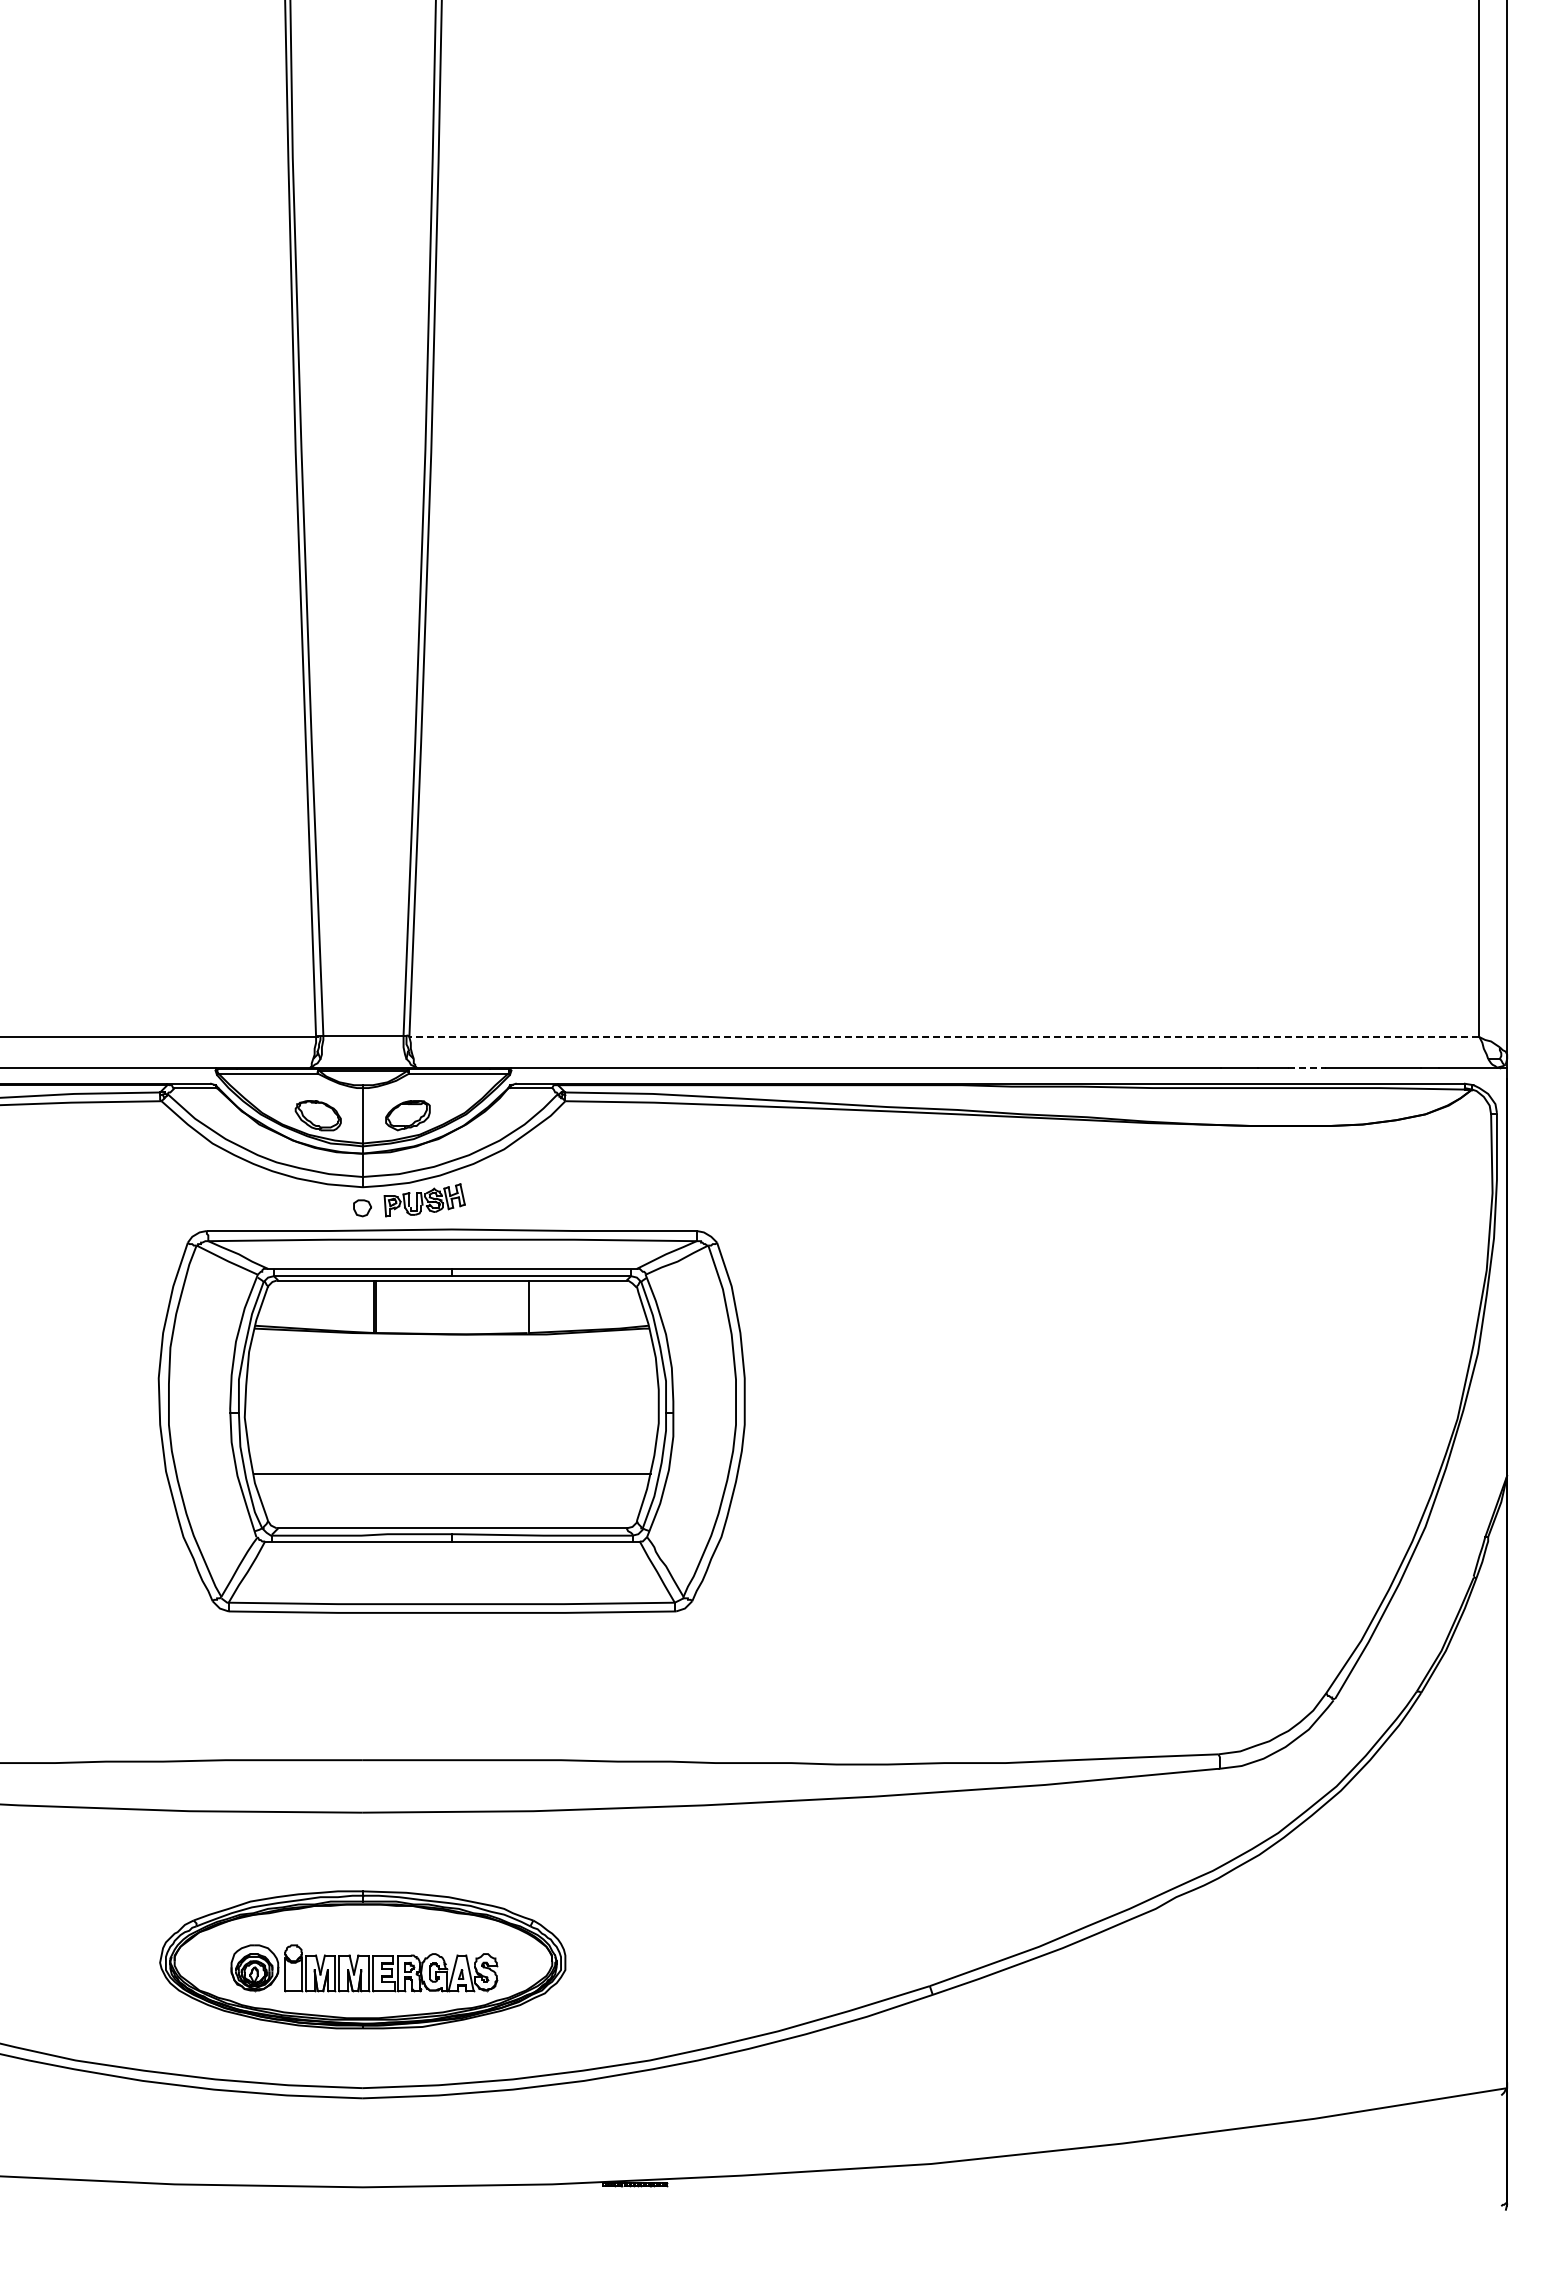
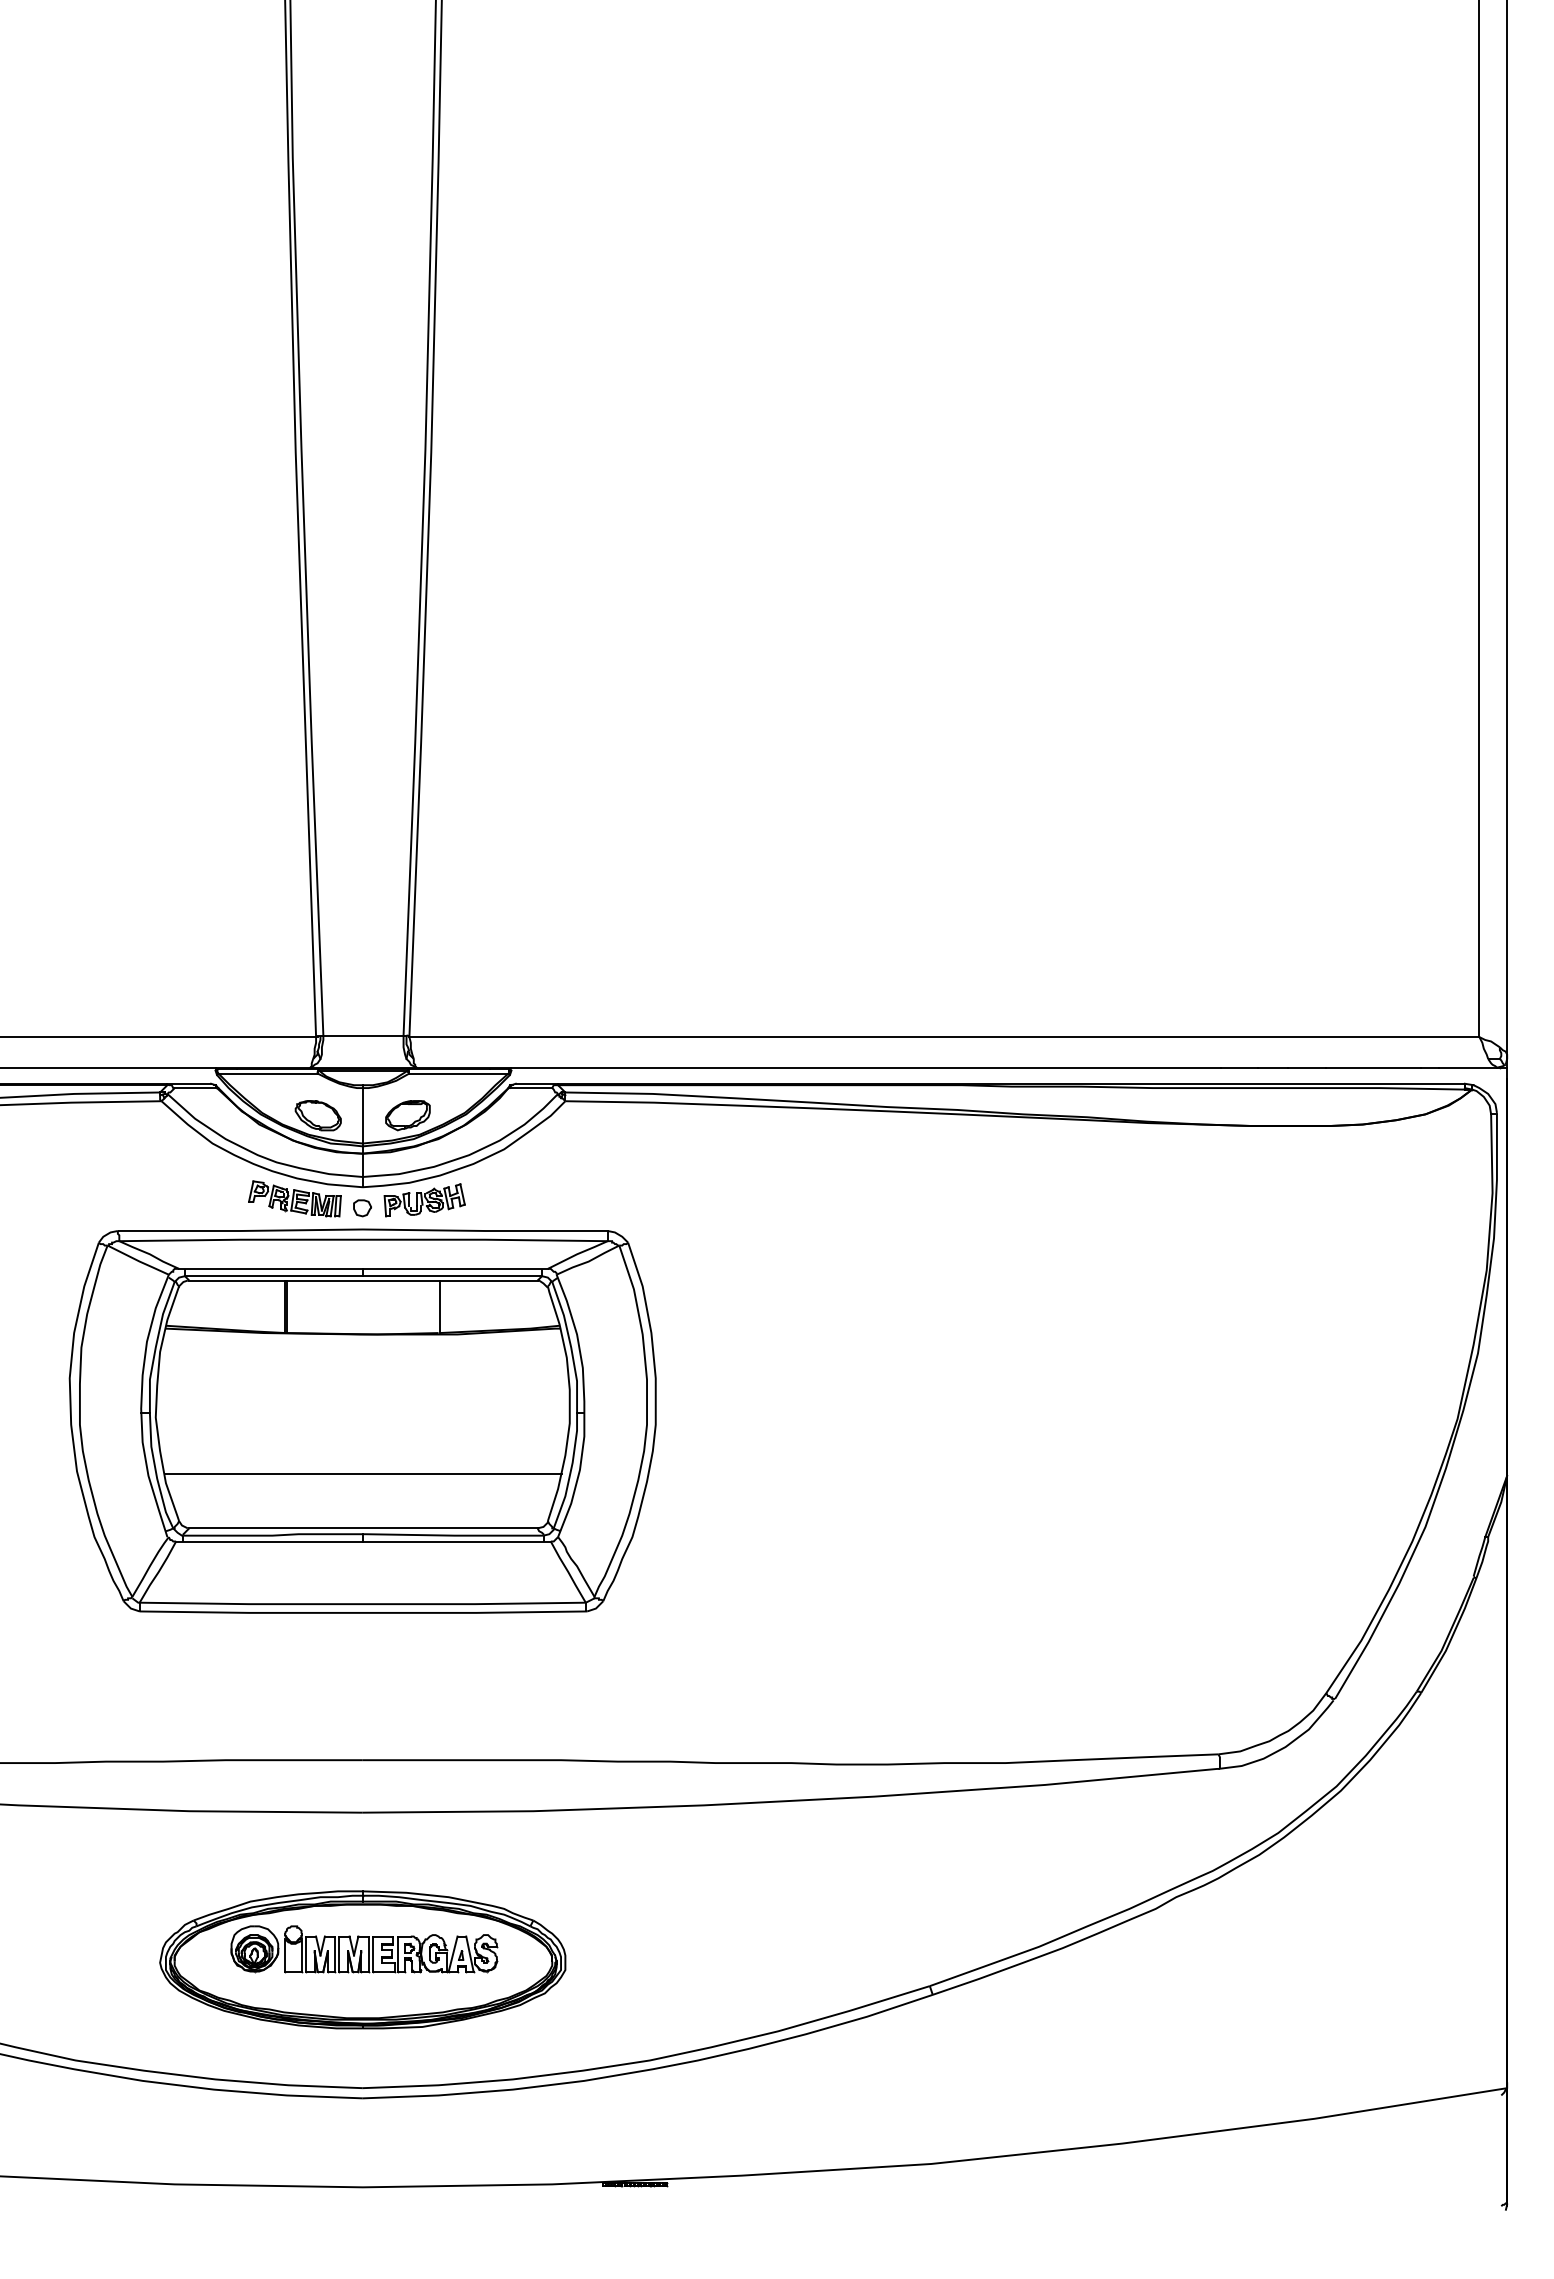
line at (943, 1037): dashed -> solid
line at (1307, 1067): dashed -> solid
part at (294, 1198): none -> present
part at (451, 1420) position: (451, 1420) -> (362, 1420)
part at (364, 1968) position: (364, 1968) -> (364, 1949)
